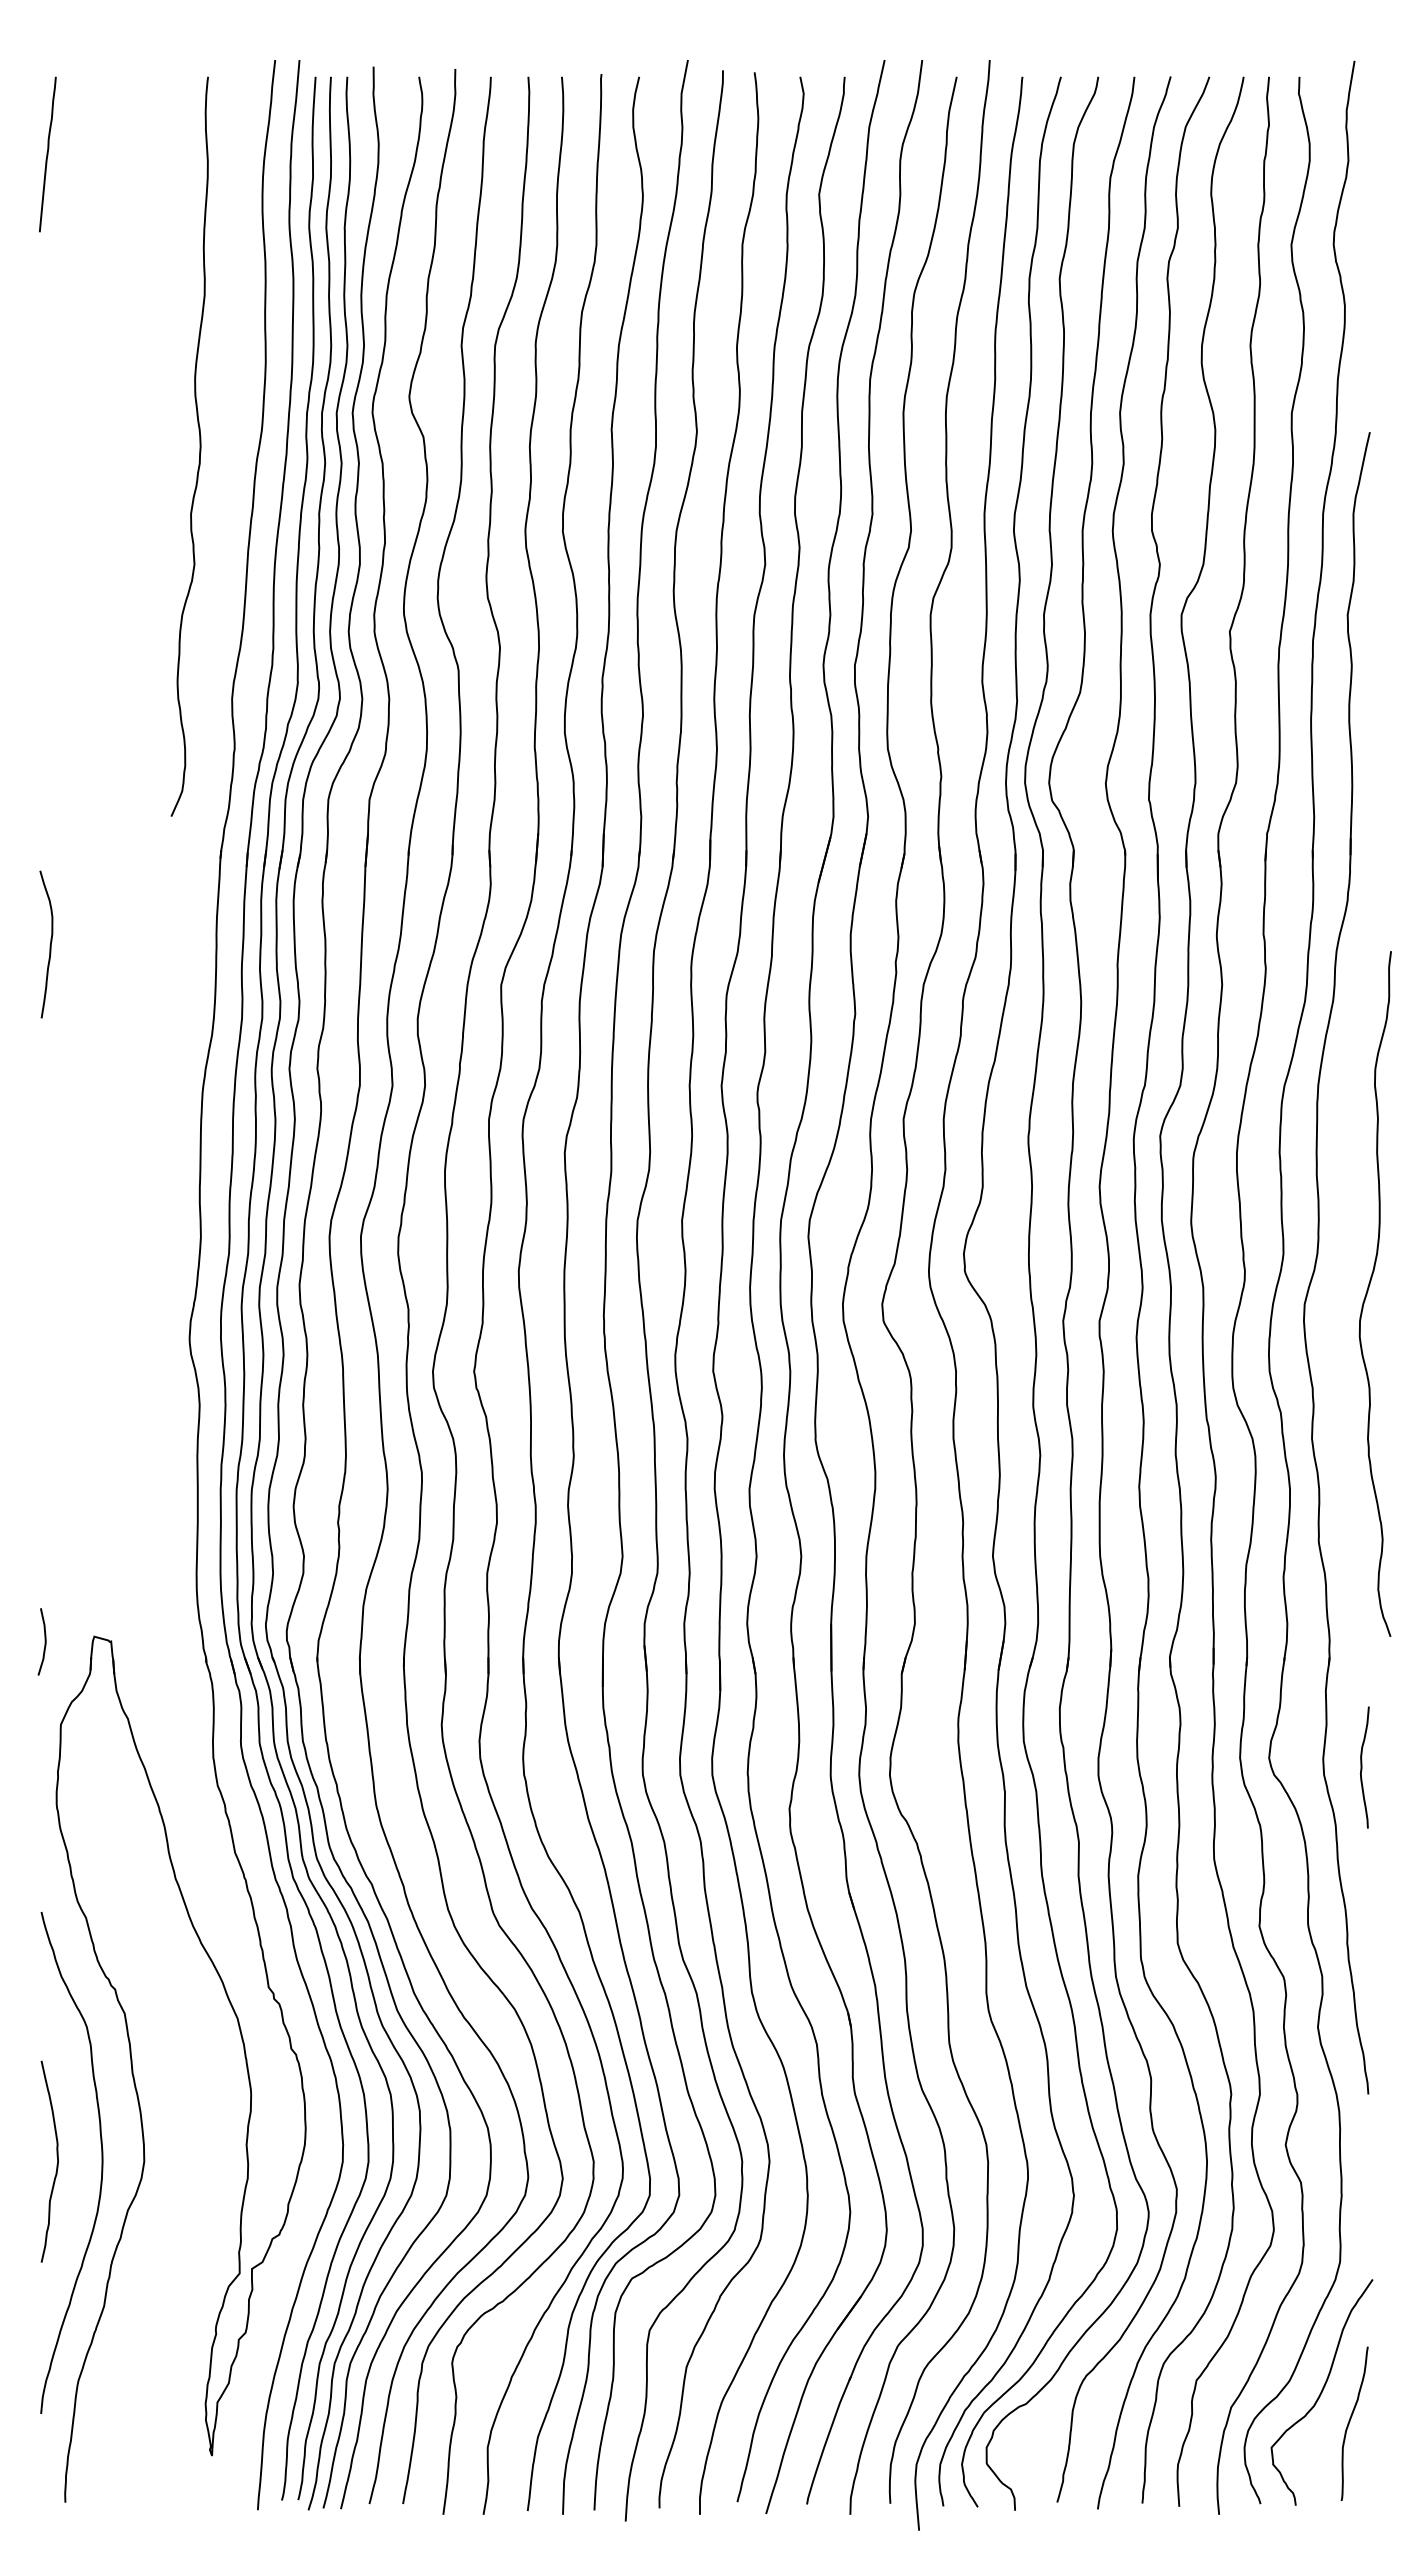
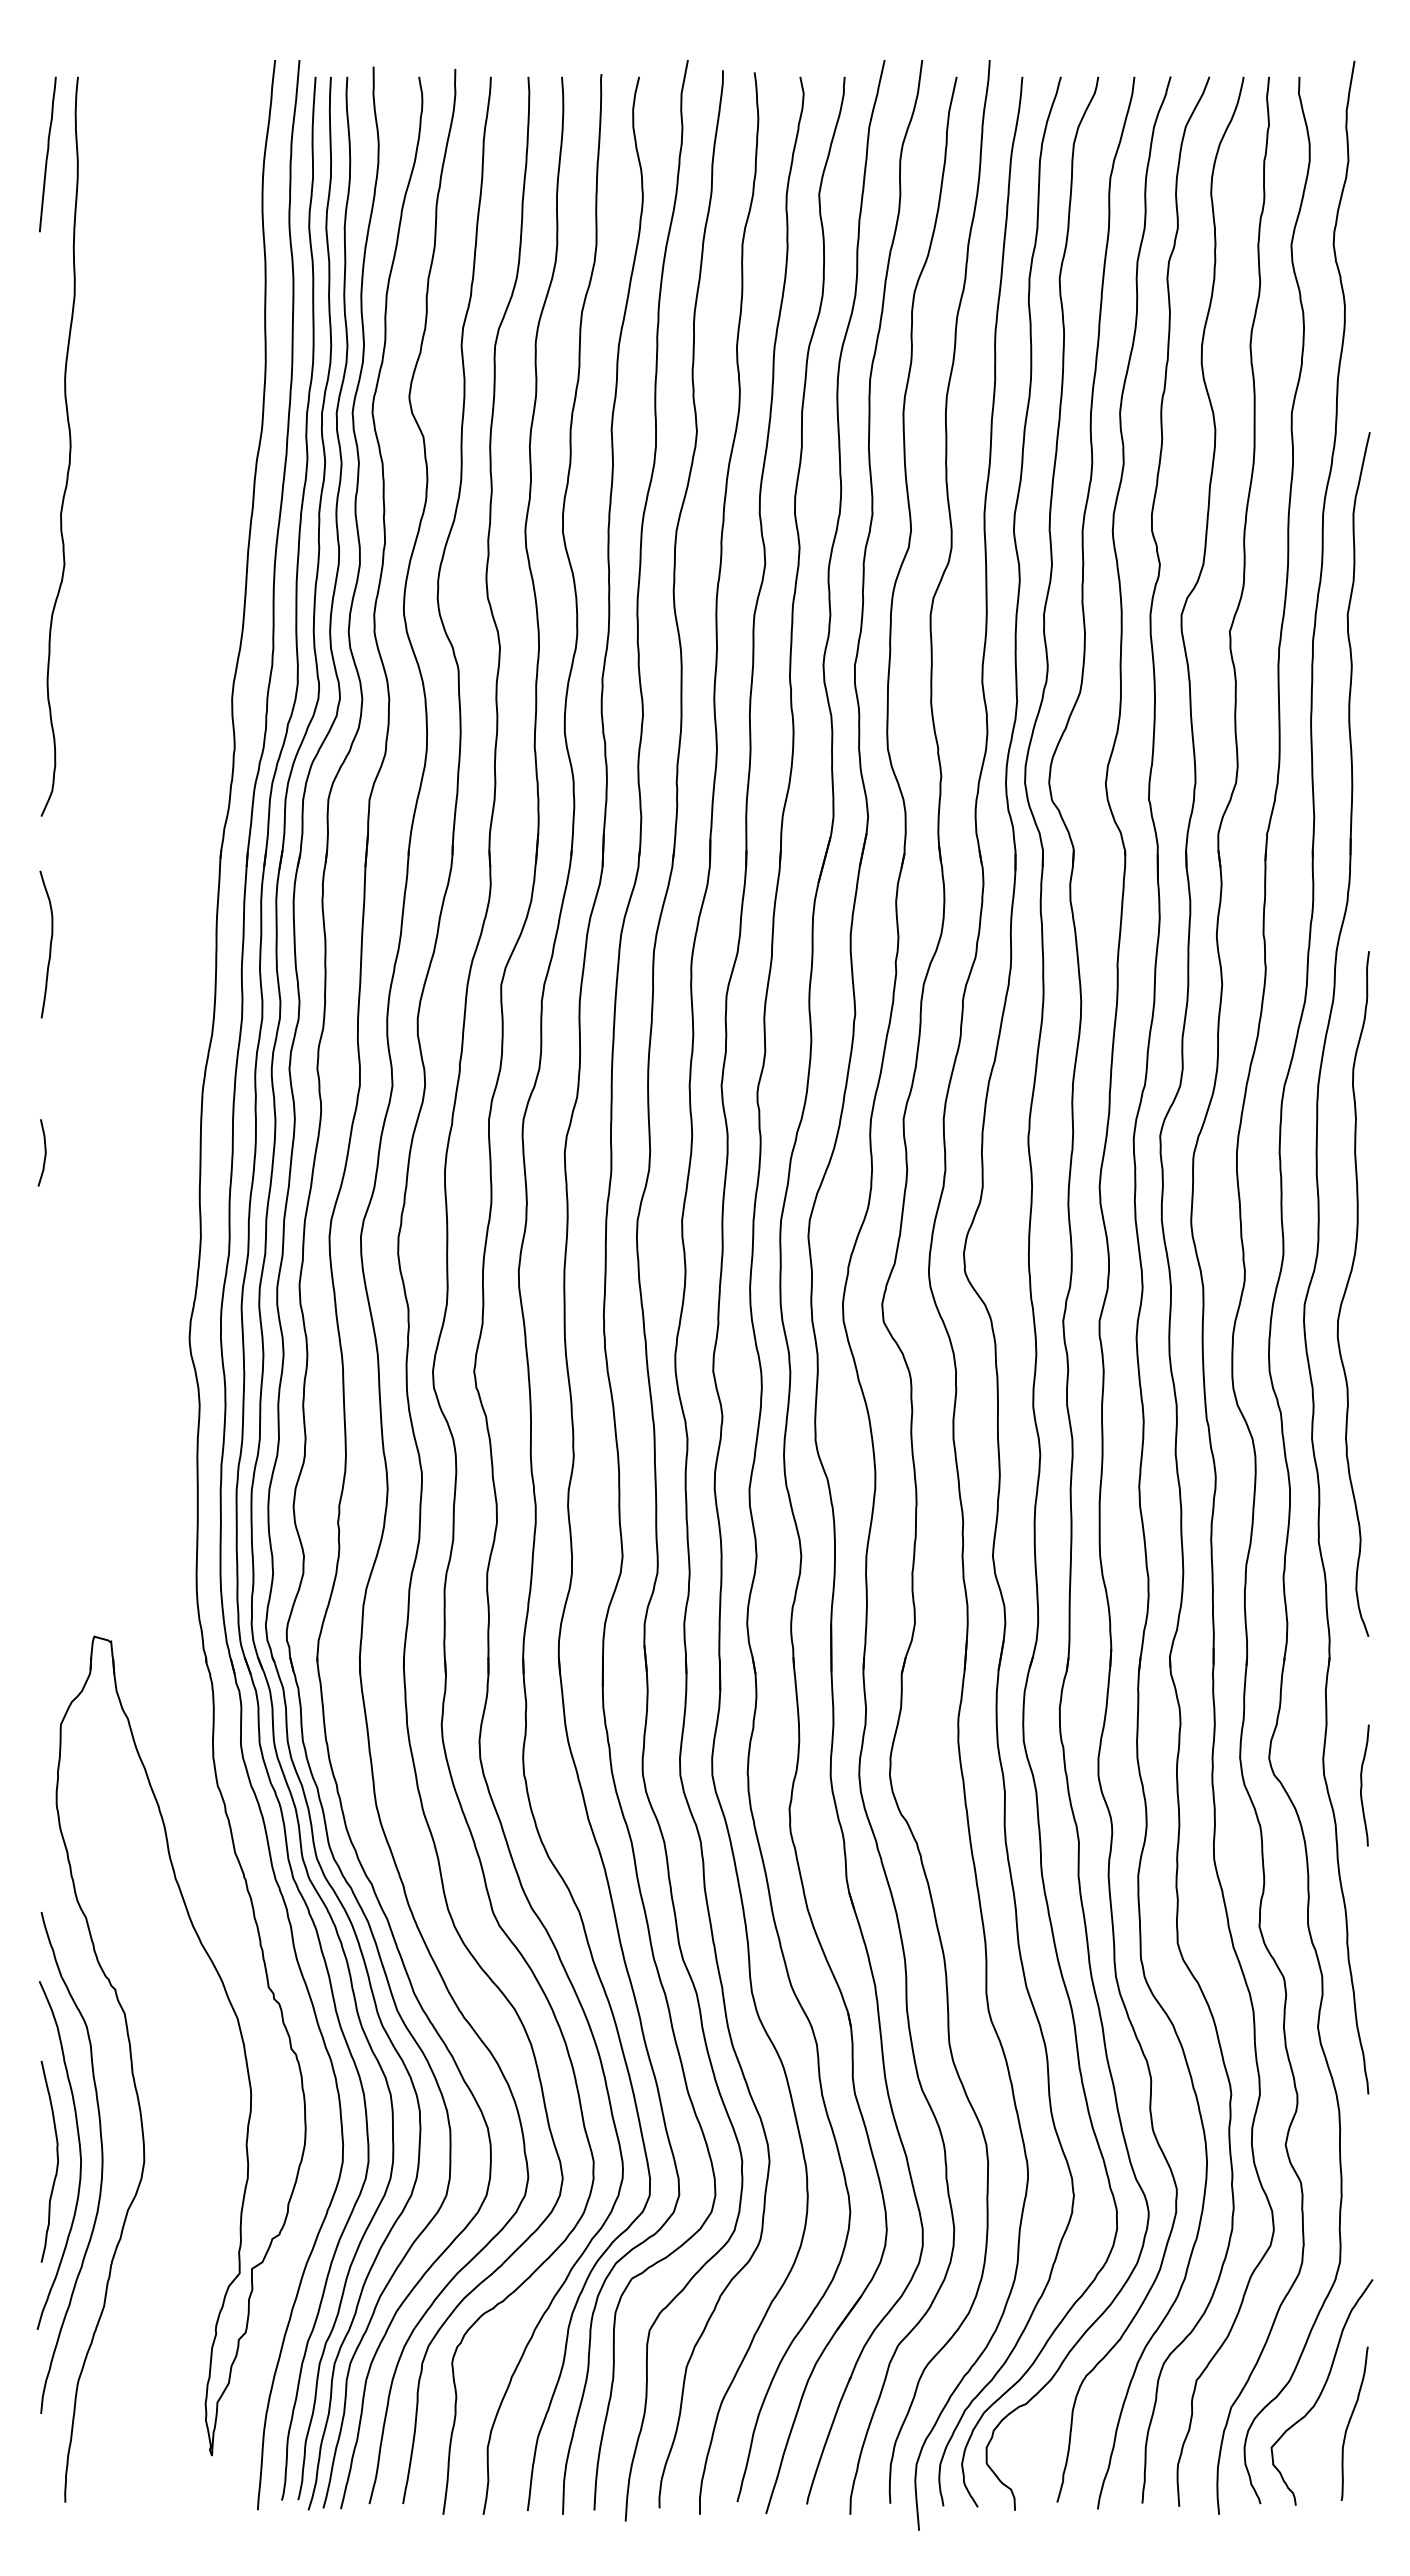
curve at (199, 446) position: (199, 446) -> (69, 446)
curve at (1368, 1291) position: (1368, 1291) -> (1346, 1291)
curve at (44, 1641) position: (44, 1641) -> (44, 1152)
curve at (1362, 1767) position: (1362, 1767) -> (1362, 1785)
curve at (79, 2155): none -> present
